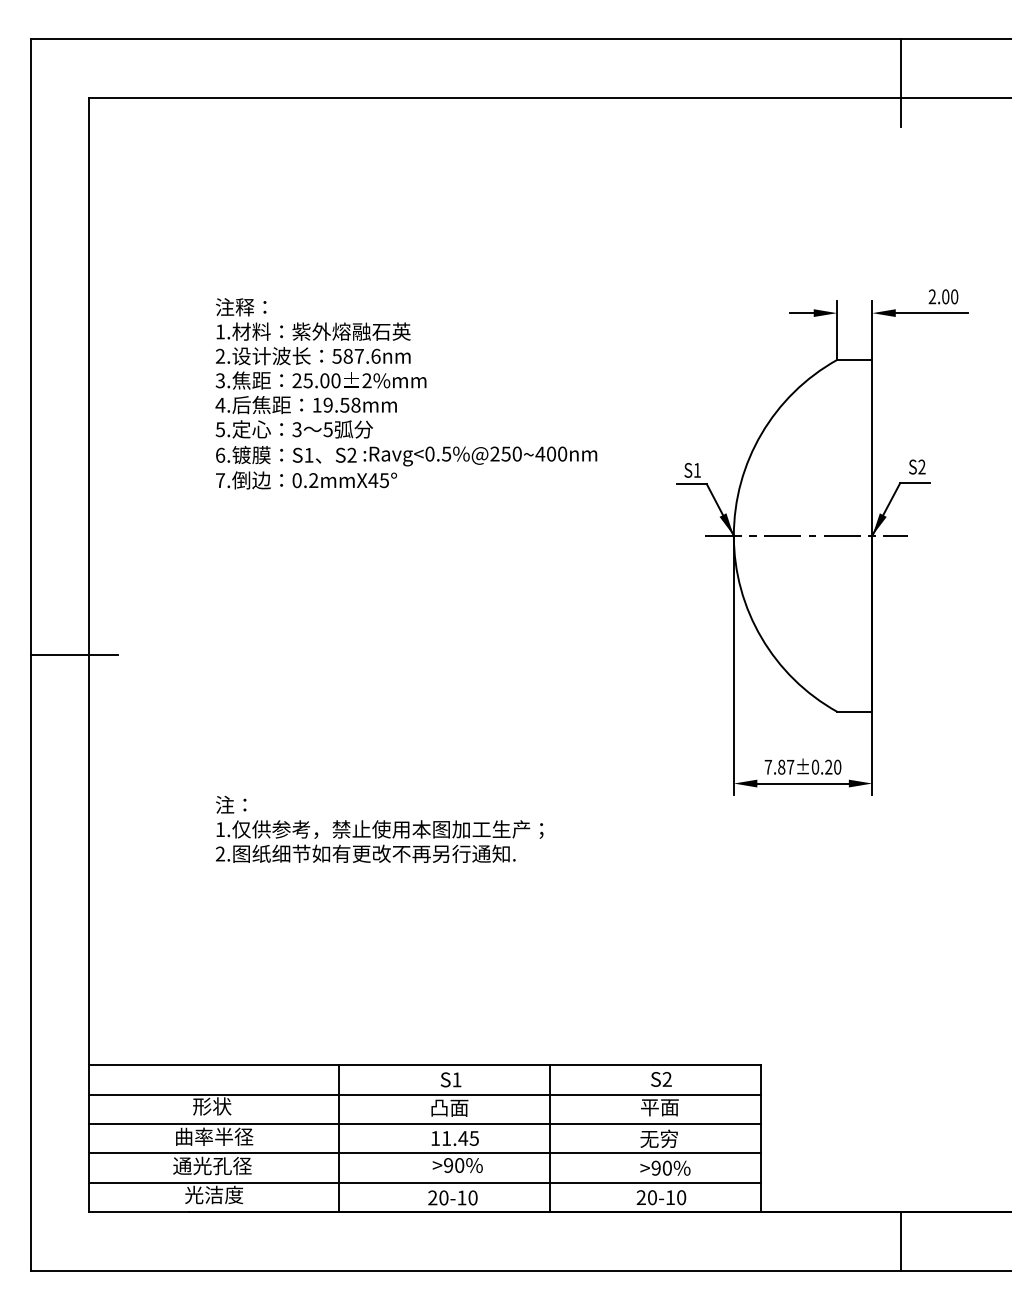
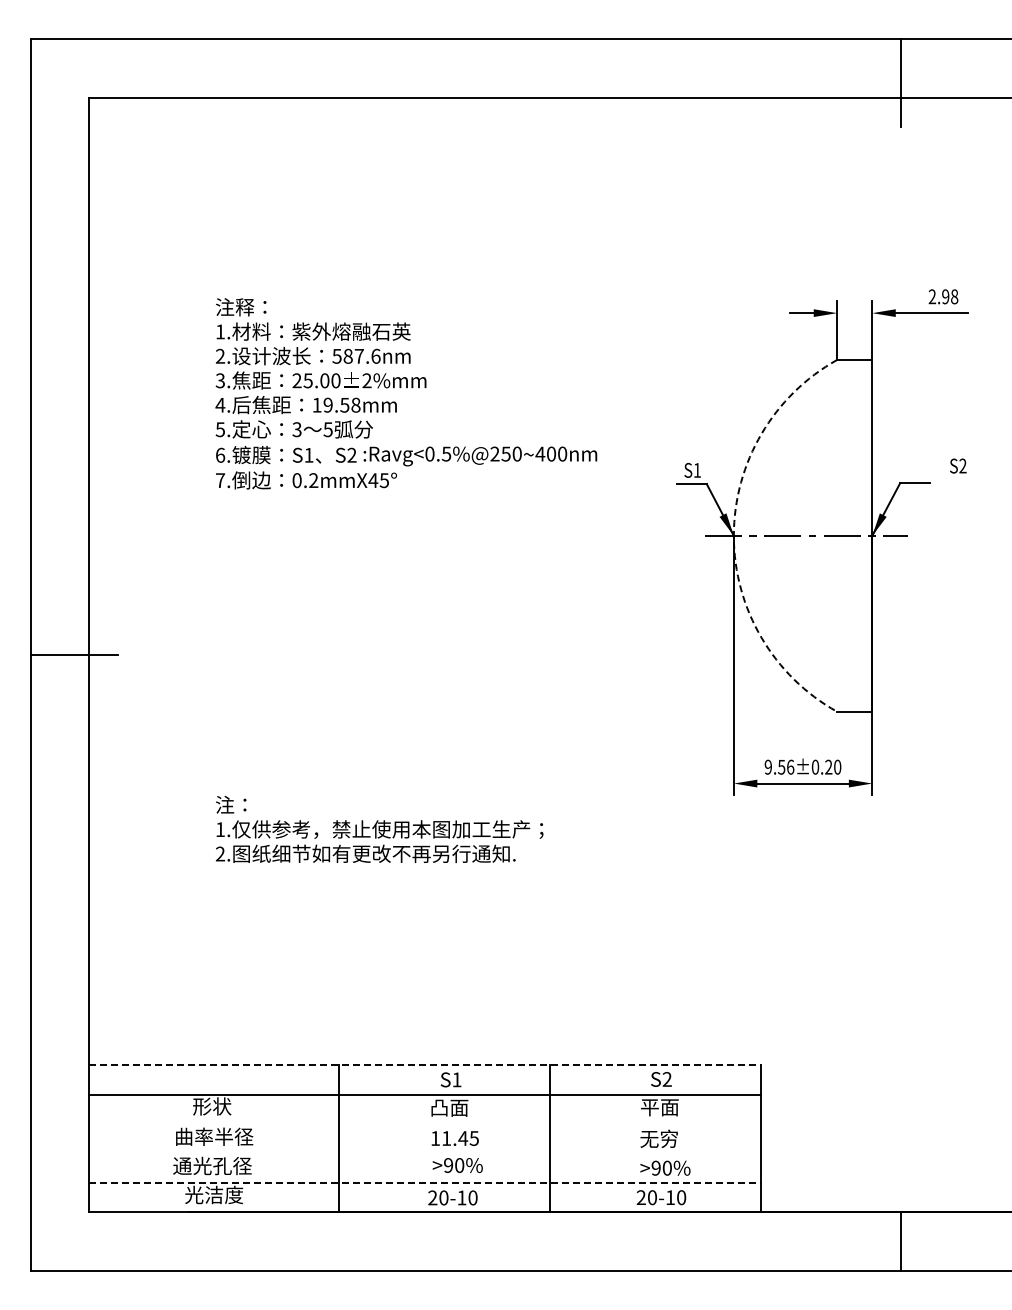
text at (950, 296): 2.00 -> 2.98
text at (917, 466) position: (917, 466) -> (958, 465)
arc at (733, 535): solid -> dashed
text at (779, 766): 7.87±0.20 -> 9.56±0.20
line at (425, 1065): solid -> dashed
line at (425, 1124): present -> none
line at (425, 1153): present -> none
line at (425, 1182): solid -> dashed
